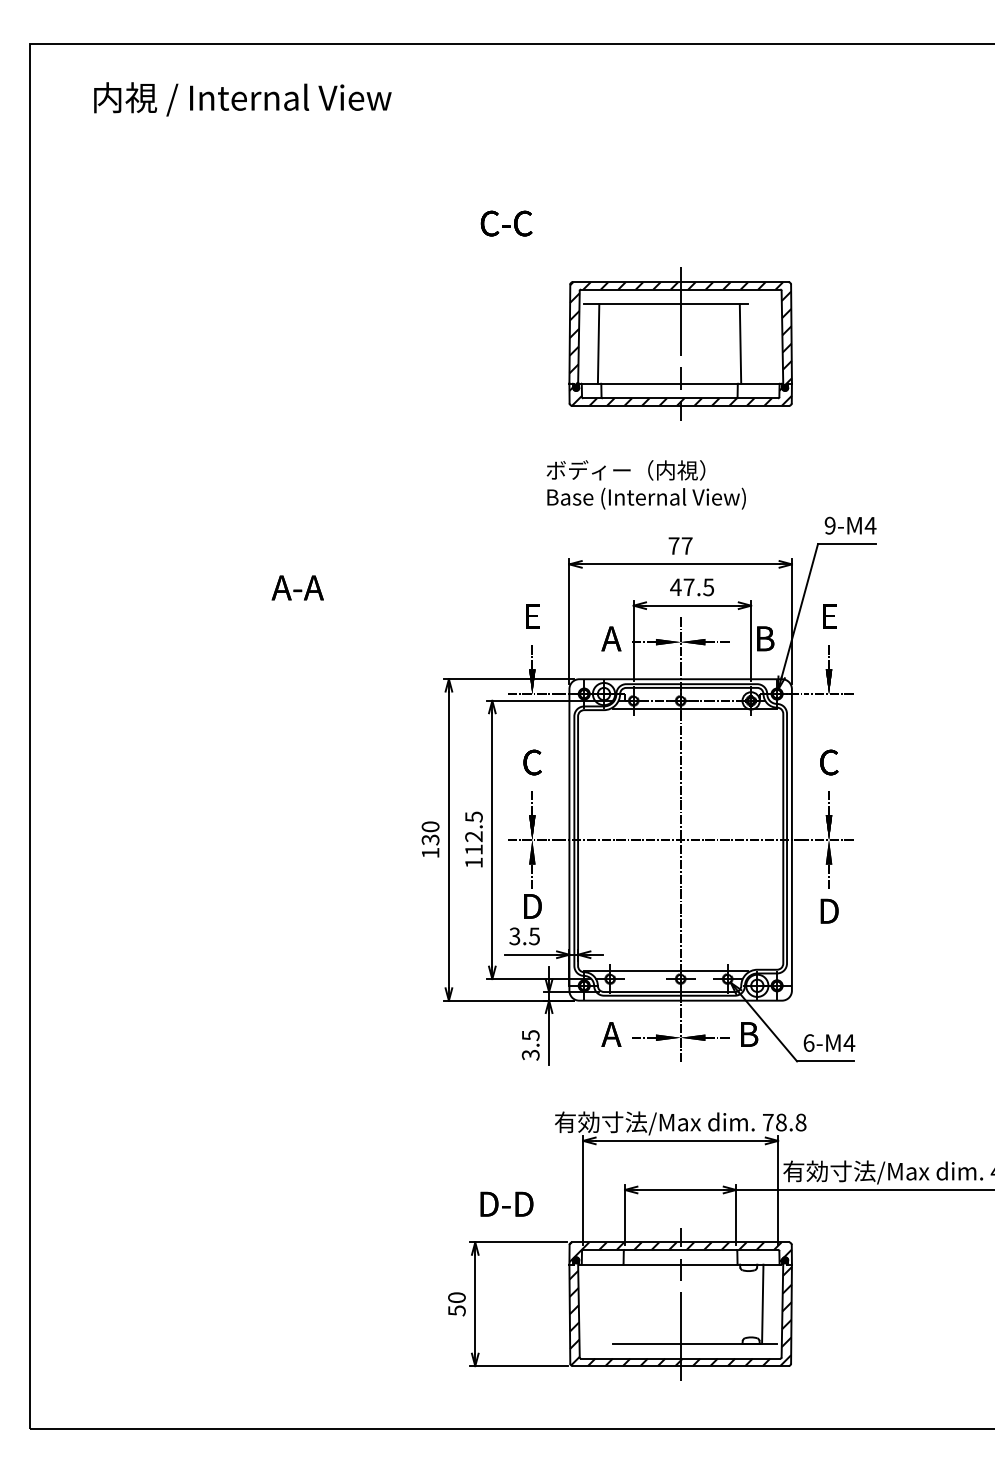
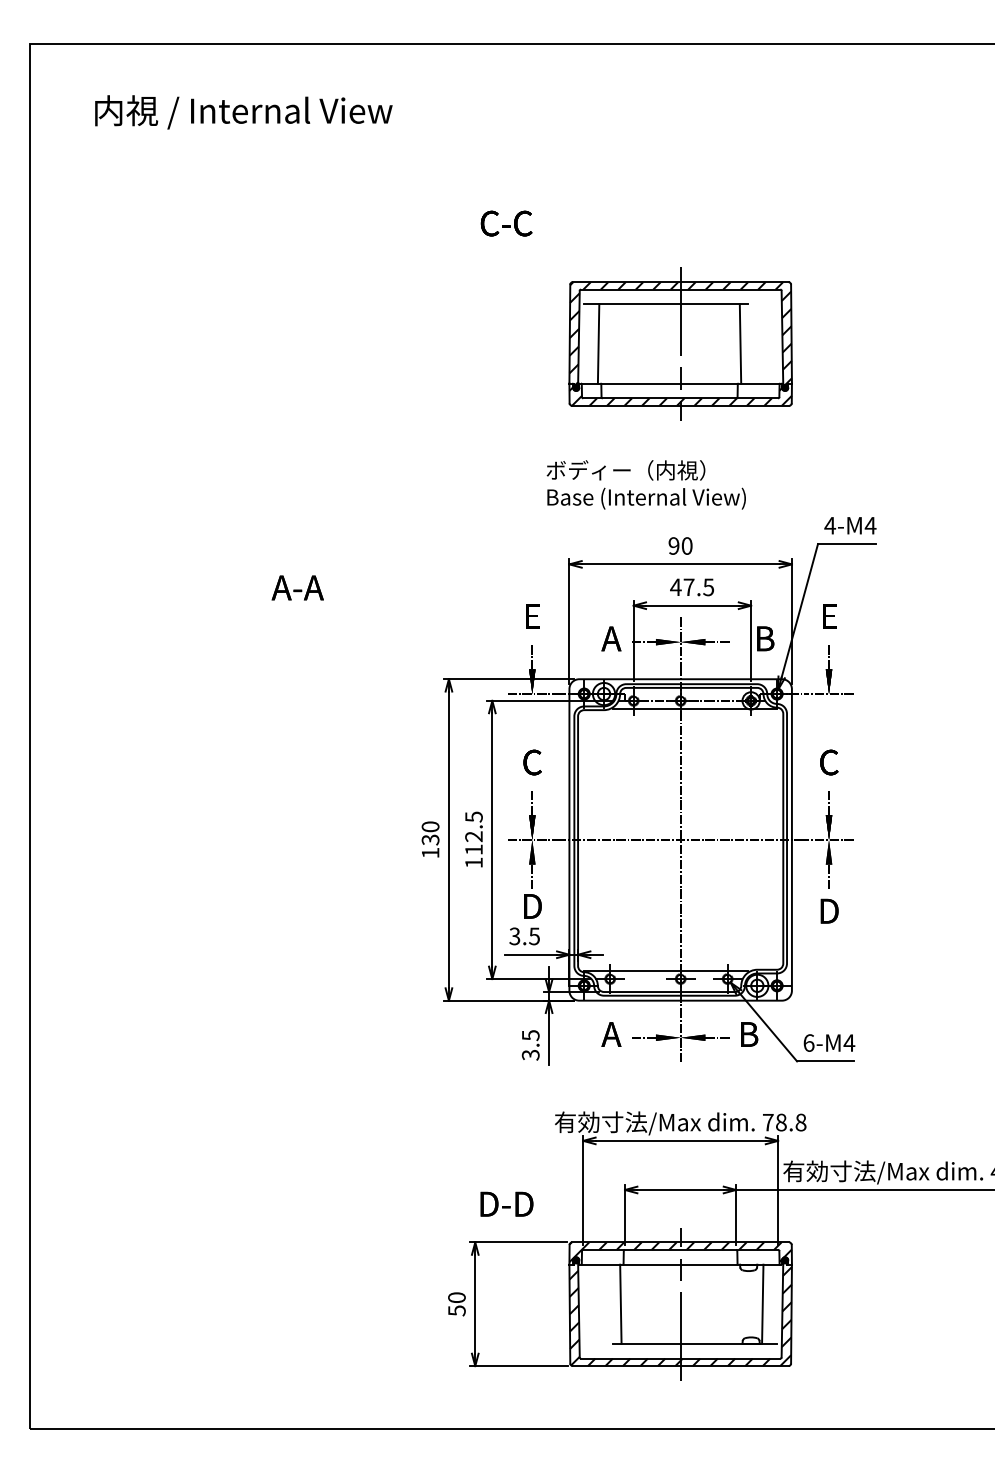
text at (242, 99) position: (242, 99) -> (243, 112)
text at (830, 525): 9-M4 -> 4-M4
text at (680, 545): 77 -> 90
line at (620, 1303): none -> present
